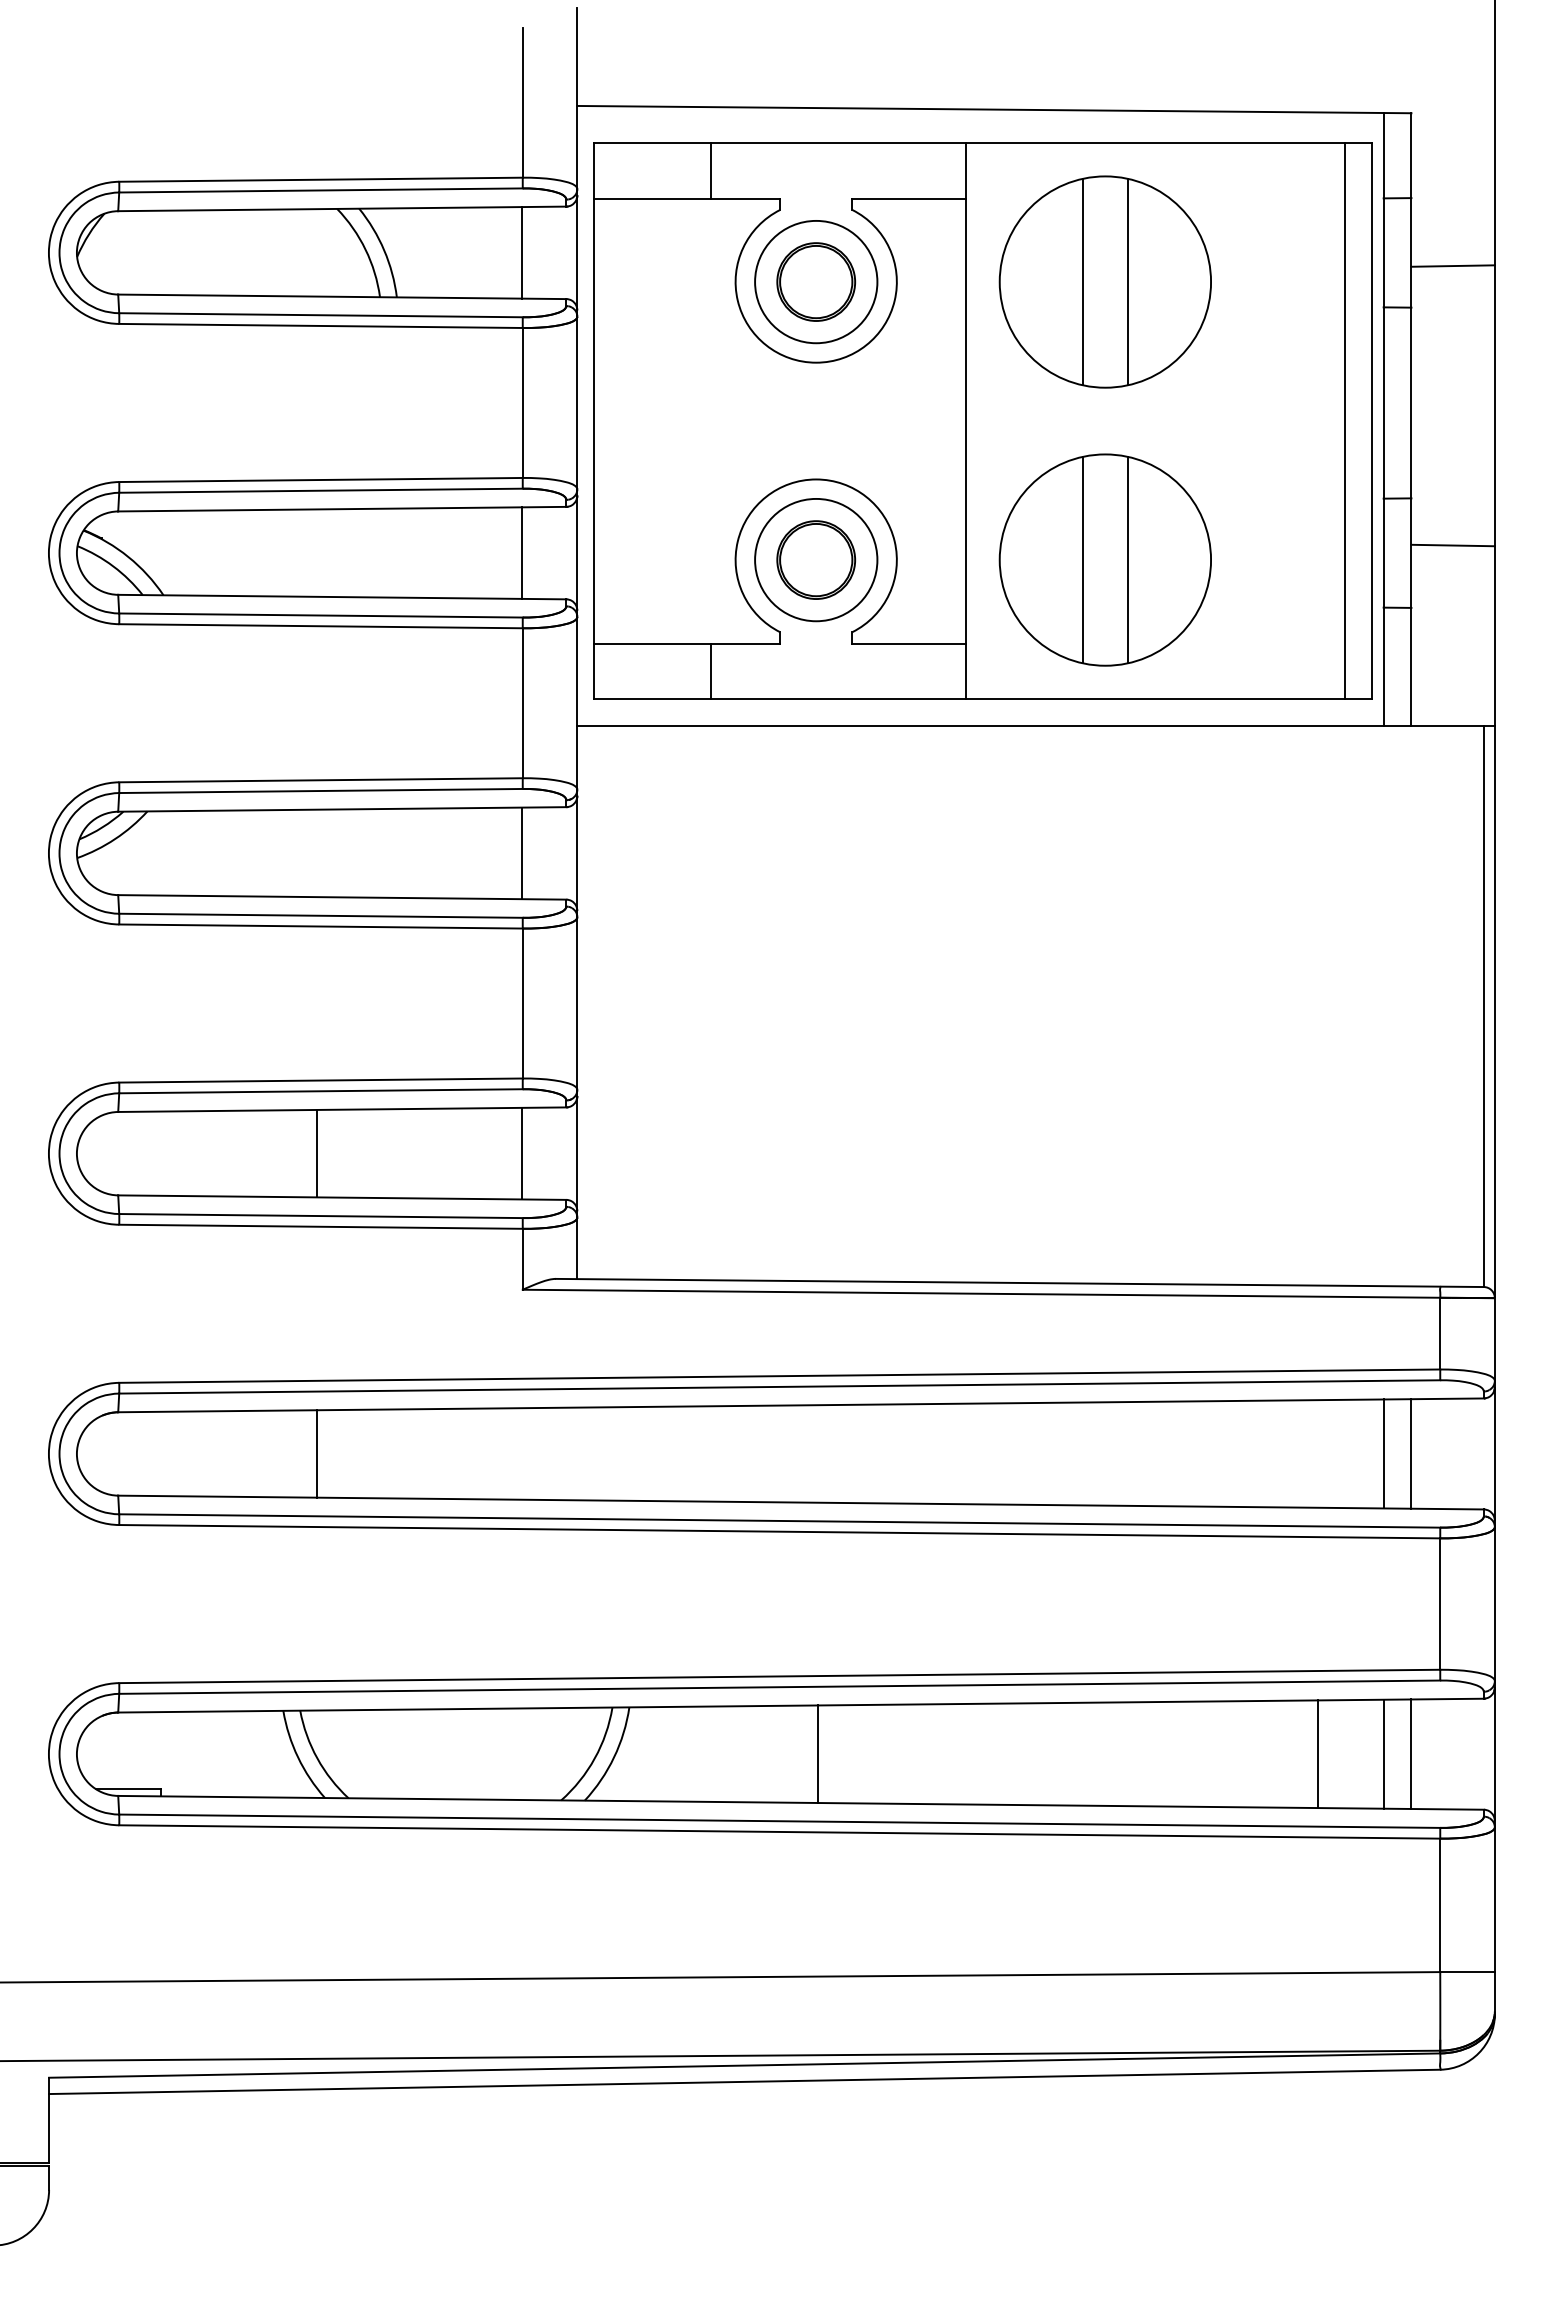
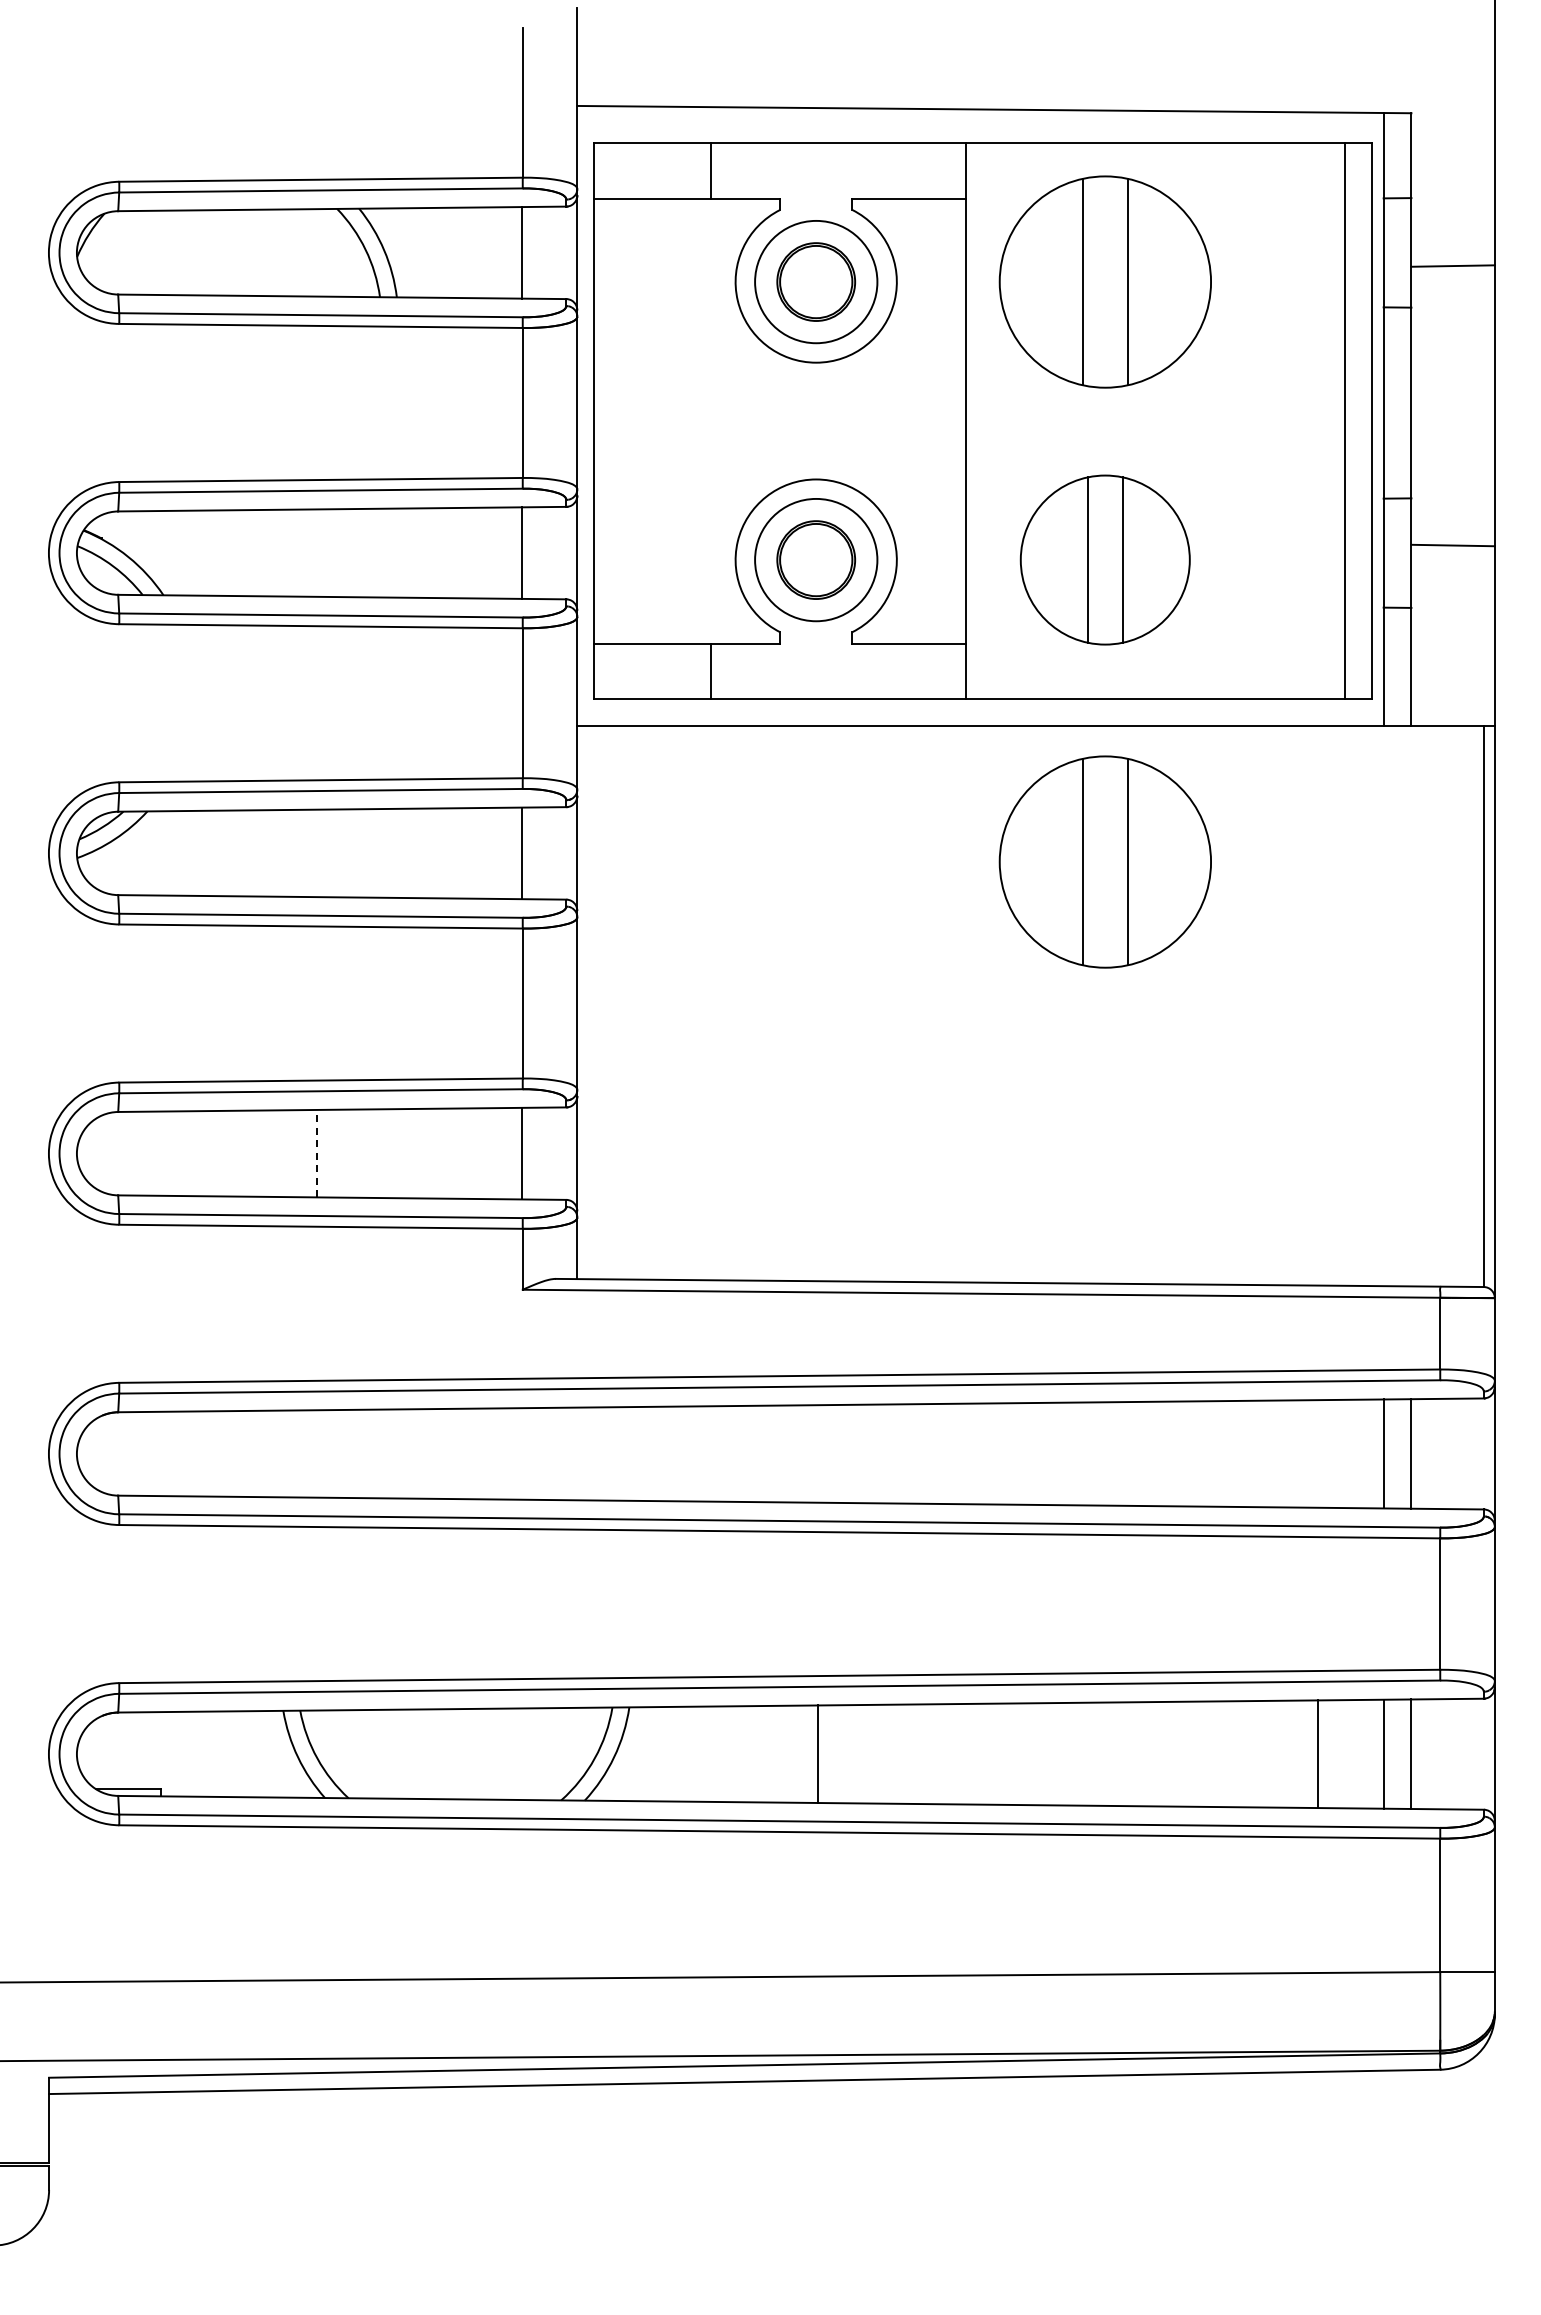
part at (1104, 559) size: 214x214 px -> 172x172 px
part at (1104, 861): none -> present
line at (317, 1153): solid -> dashed
line at (317, 1453): present -> none
